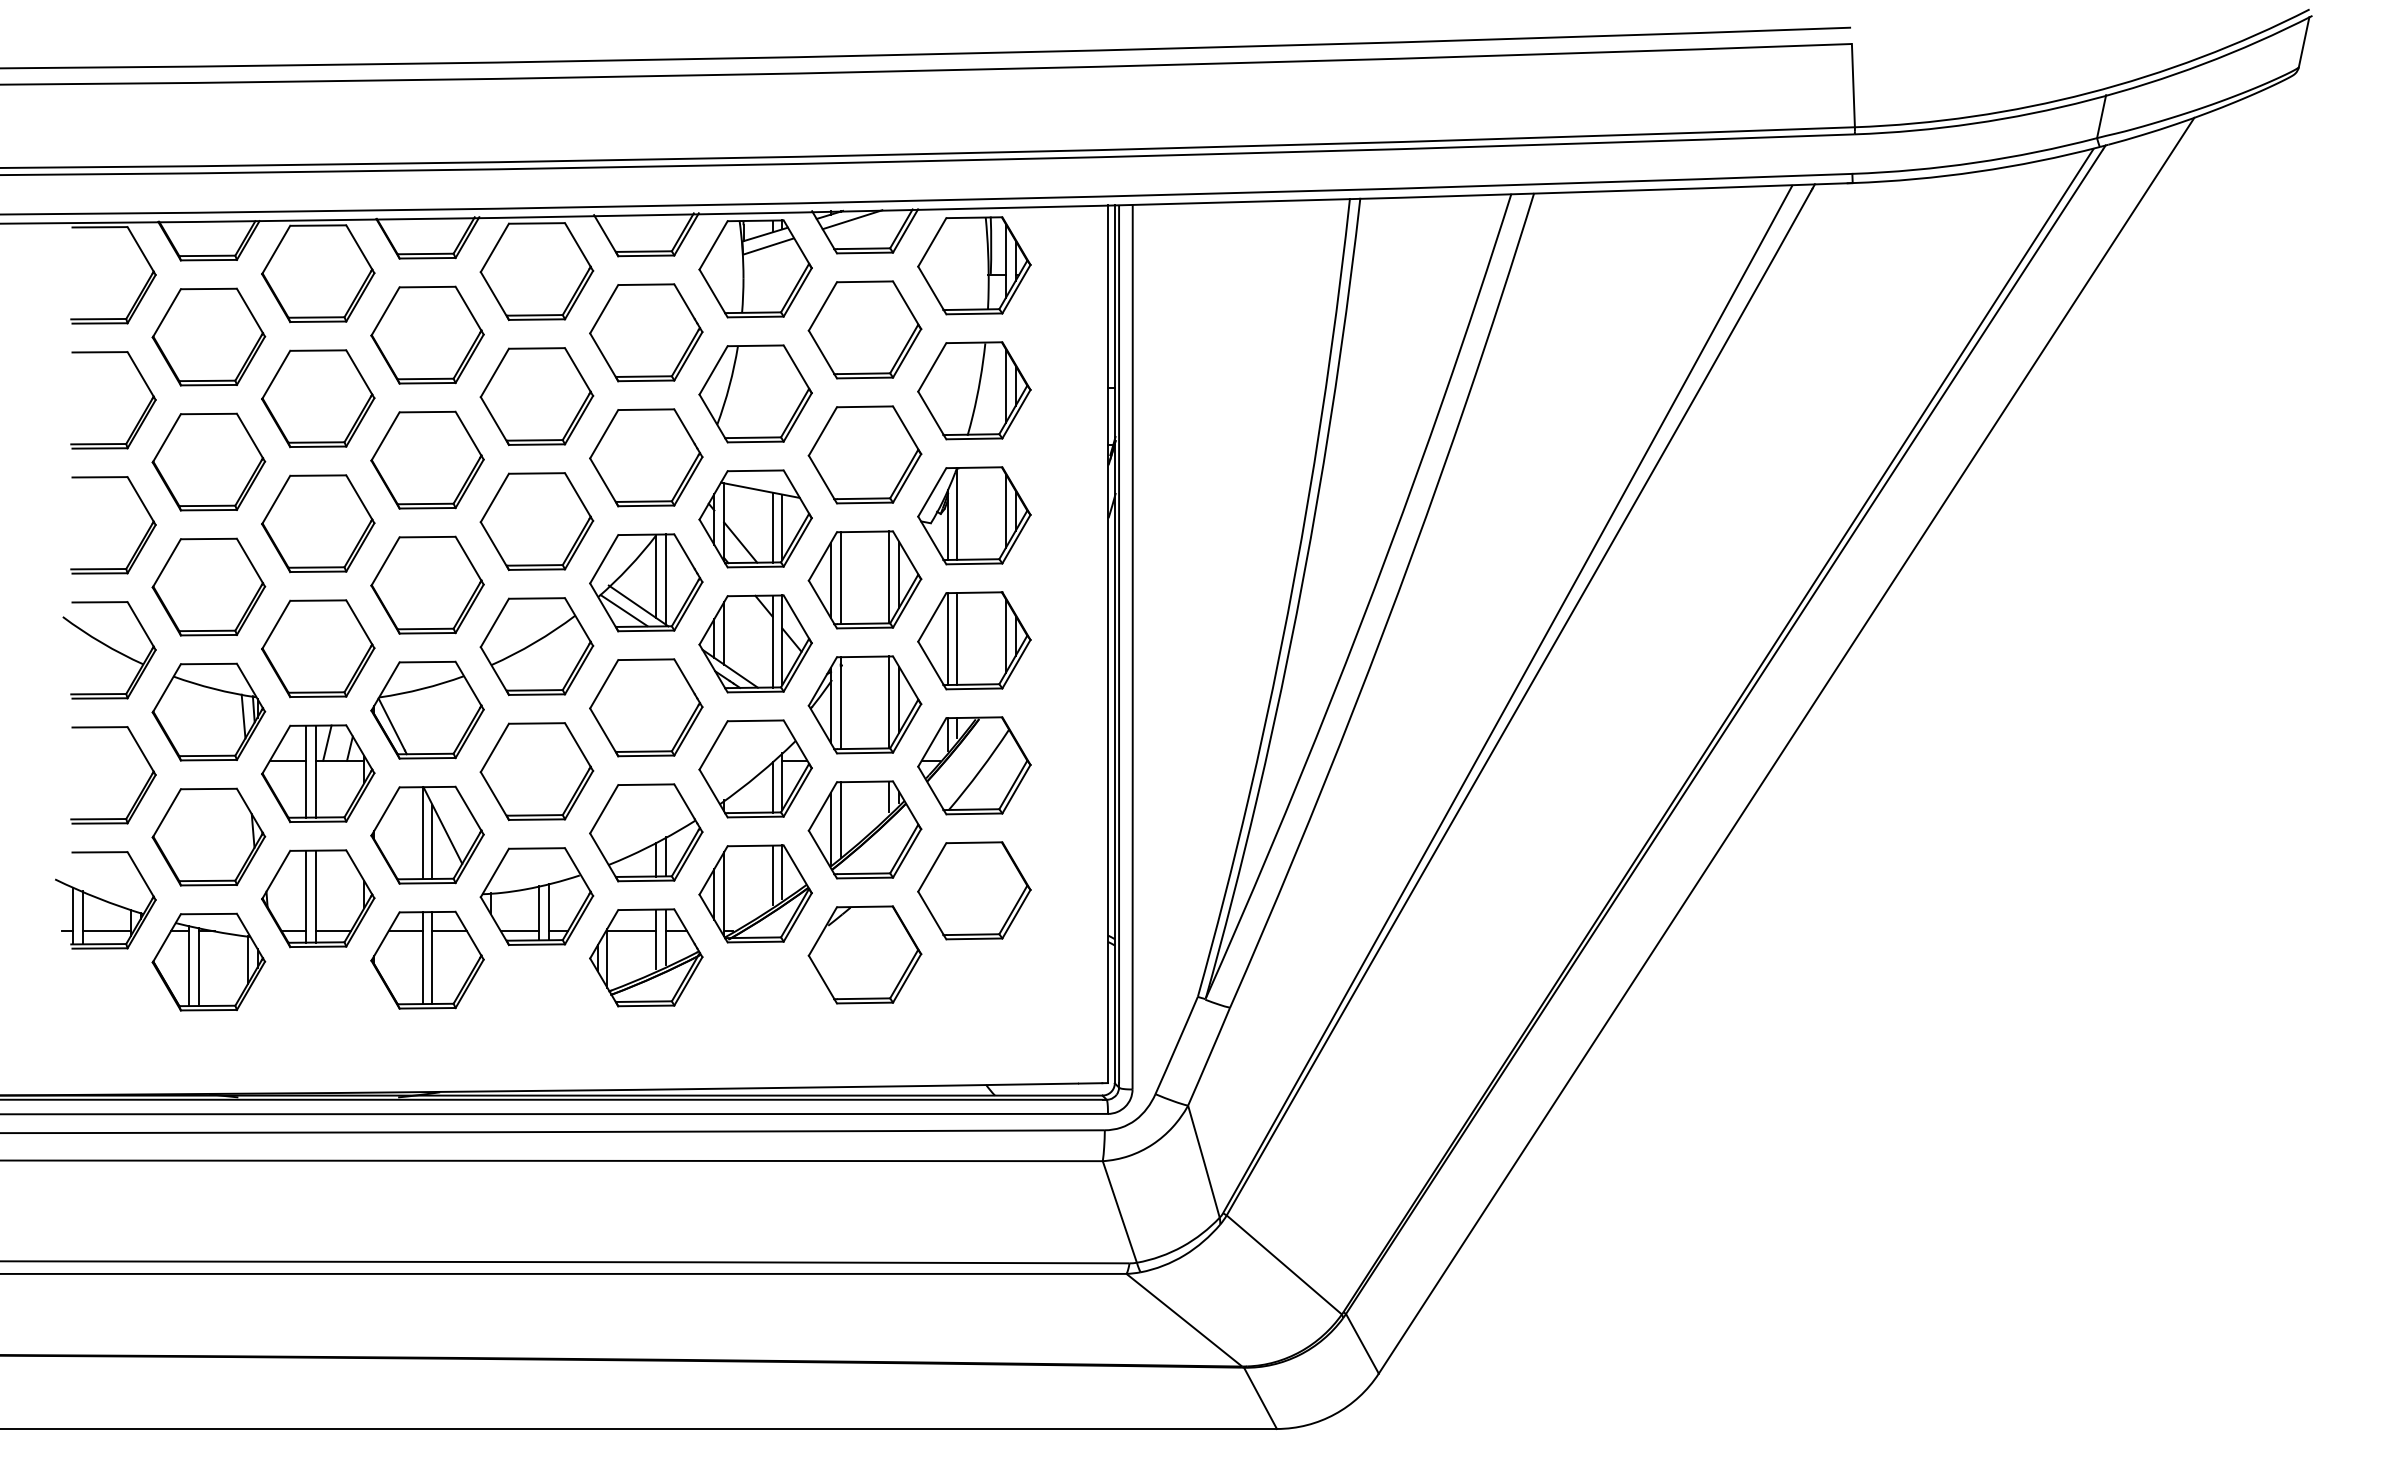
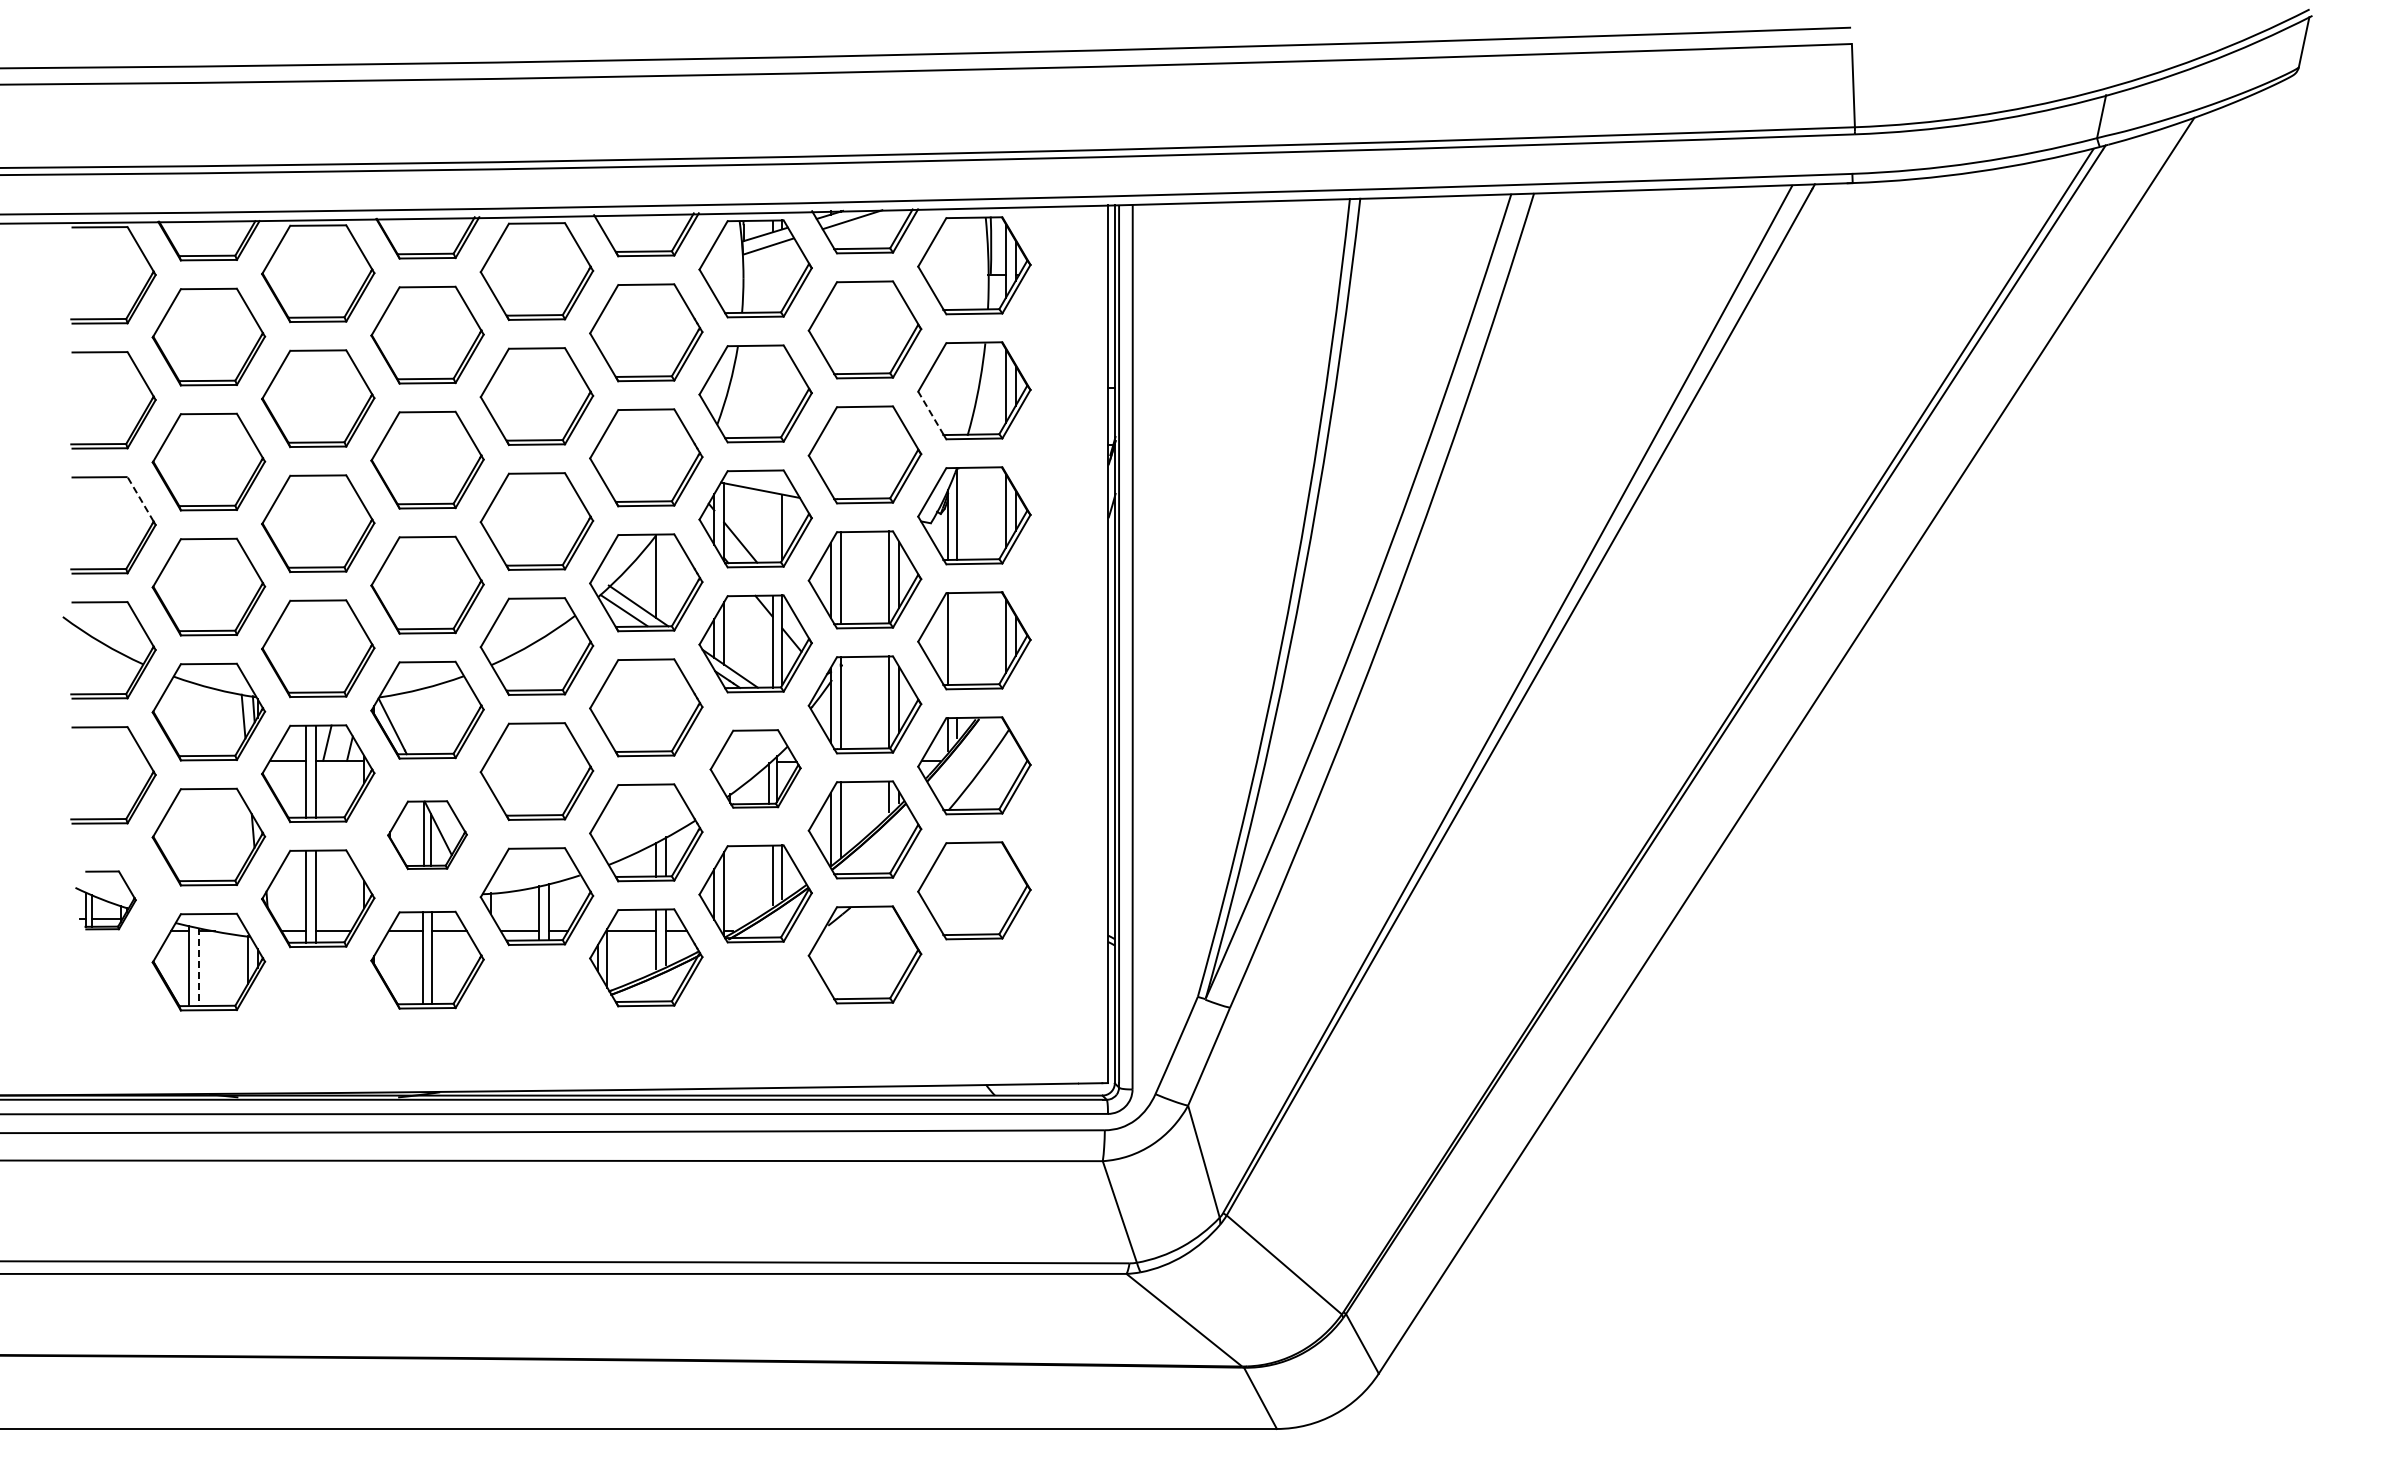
line at (930, 412): solid -> dashed
line at (140, 499): solid -> dashed
line at (772, 527): present -> none
line at (665, 579): present -> none
line at (957, 638): present -> none
part at (755, 768) size: 115x100 px -> 93x80 px
part at (427, 834) size: 115x100 px -> 81x71 px
part at (105, 900) size: 102x99 px -> 62x61 px
line at (199, 967): solid -> dashed
